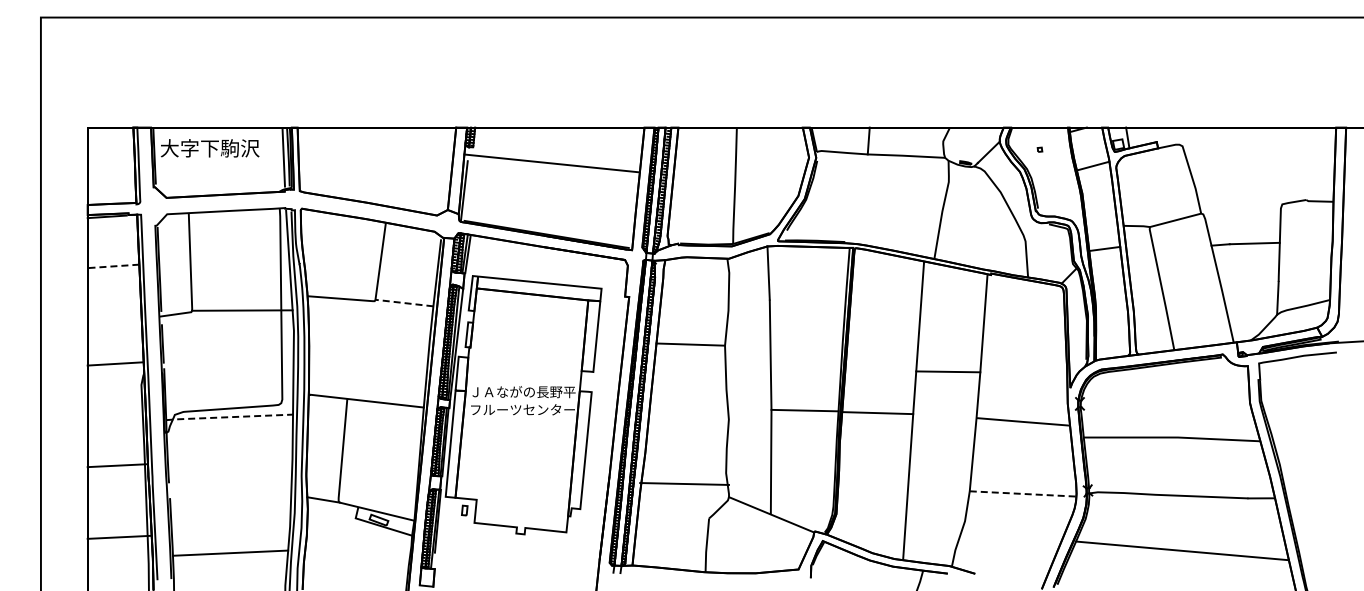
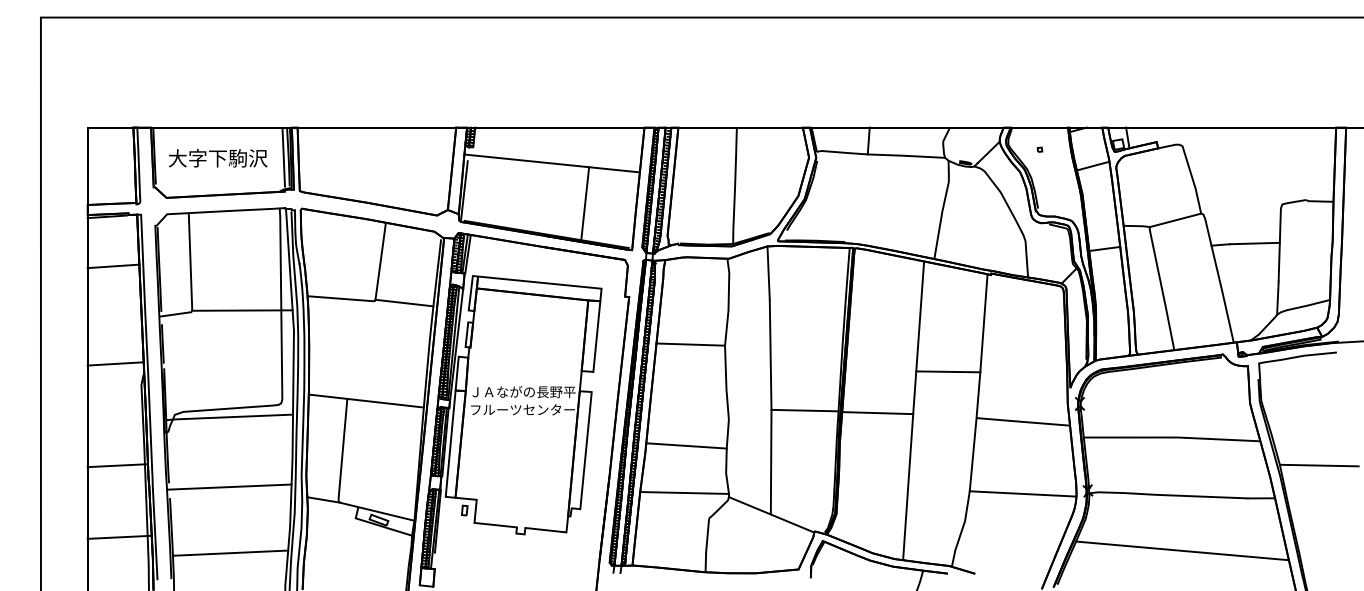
text at (210, 148) position: (210, 148) -> (218, 158)
line at (585, 203): none -> present
line at (113, 266): dashed -> solid
line at (403, 303): dashed -> solid
line at (229, 417): dashed -> solid
line at (686, 445): none -> present
line at (1318, 465): none -> present
line at (684, 483) position: (684, 483) -> (684, 492)
line at (229, 486): none -> present
line at (1023, 493): dashed -> solid
